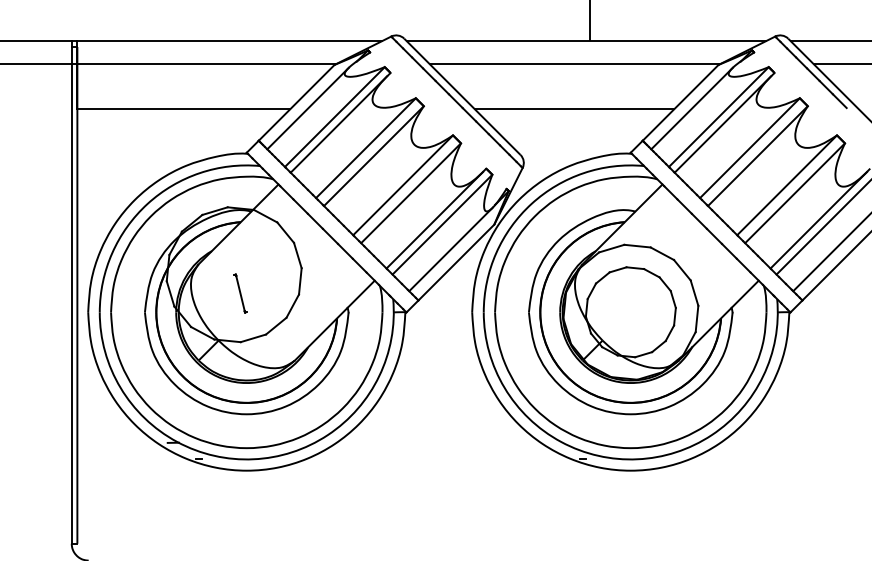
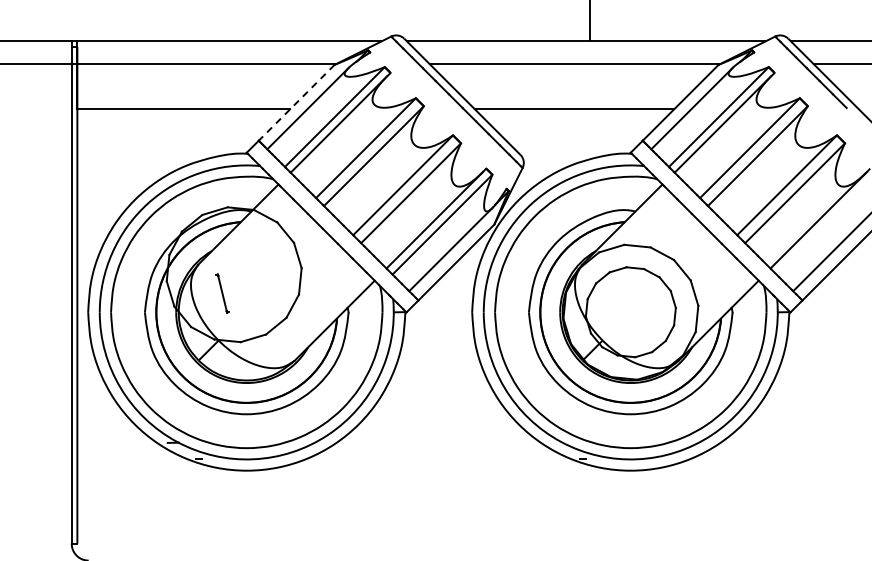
line at (296, 102): solid -> dashed
line at (822, 228): present -> none
part at (240, 293) position: (240, 293) -> (222, 293)
